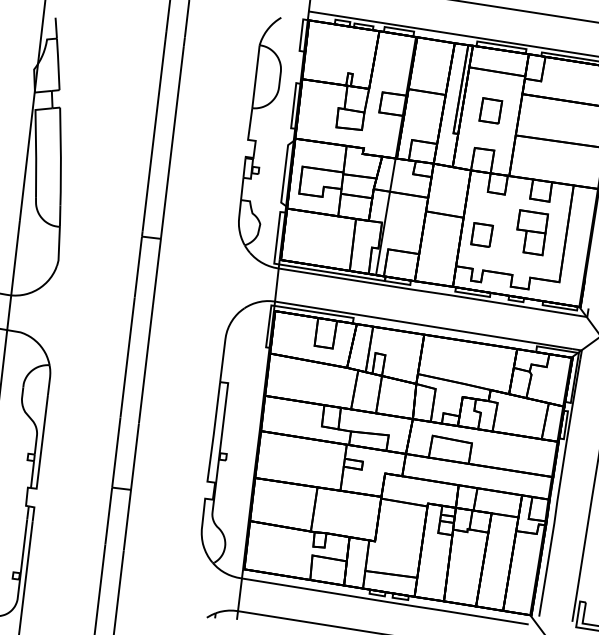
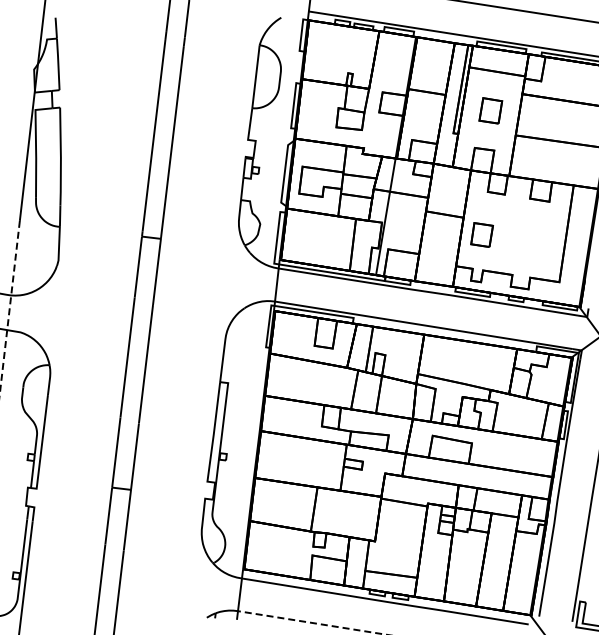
part at (532, 232): present -> none
line at (9, 307): solid -> dashed
line at (313, 623): solid -> dashed
